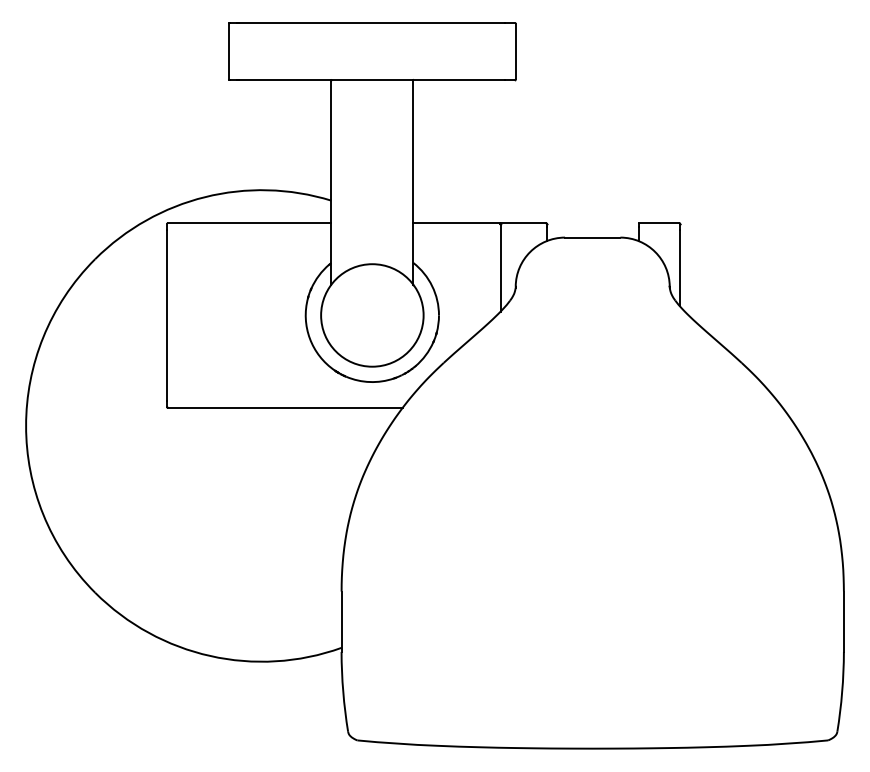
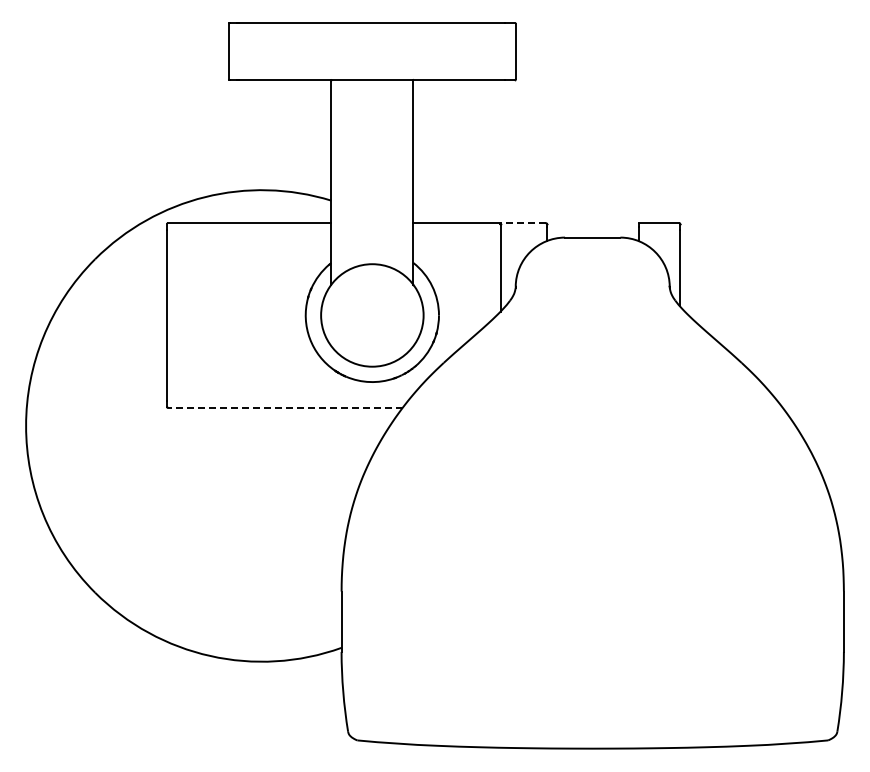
line at (523, 223): solid -> dashed
line at (284, 407): solid -> dashed
